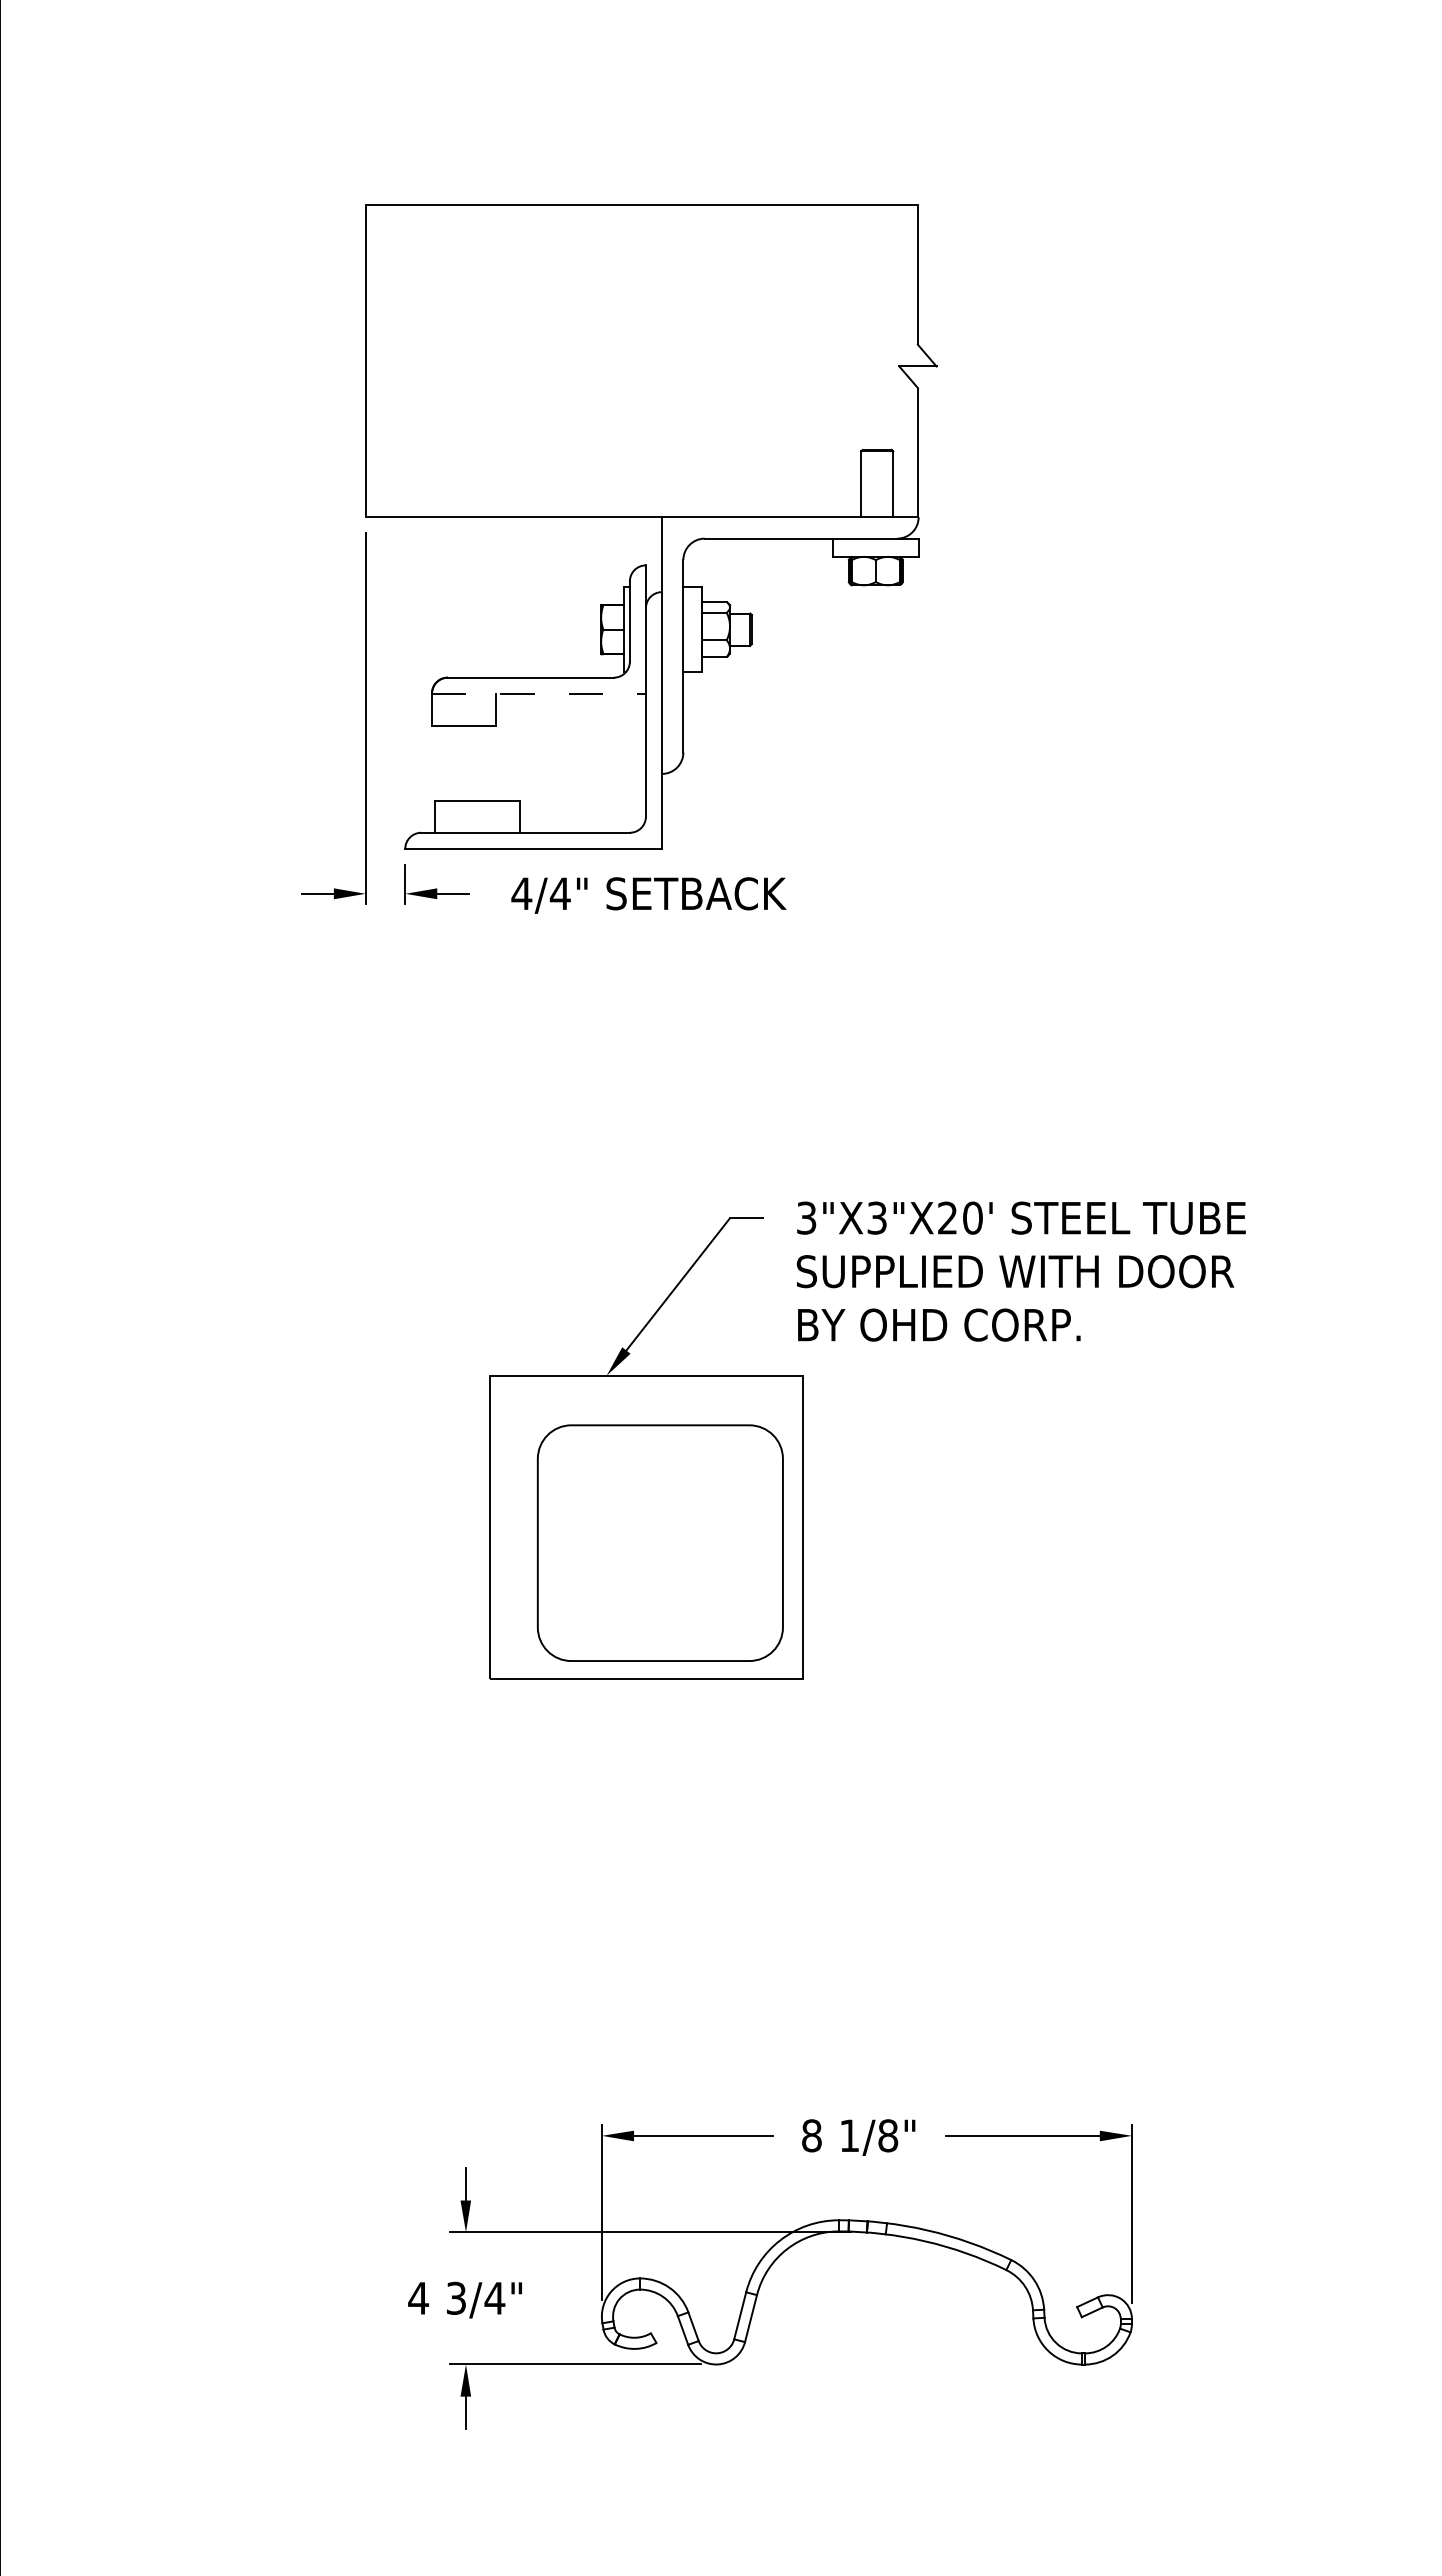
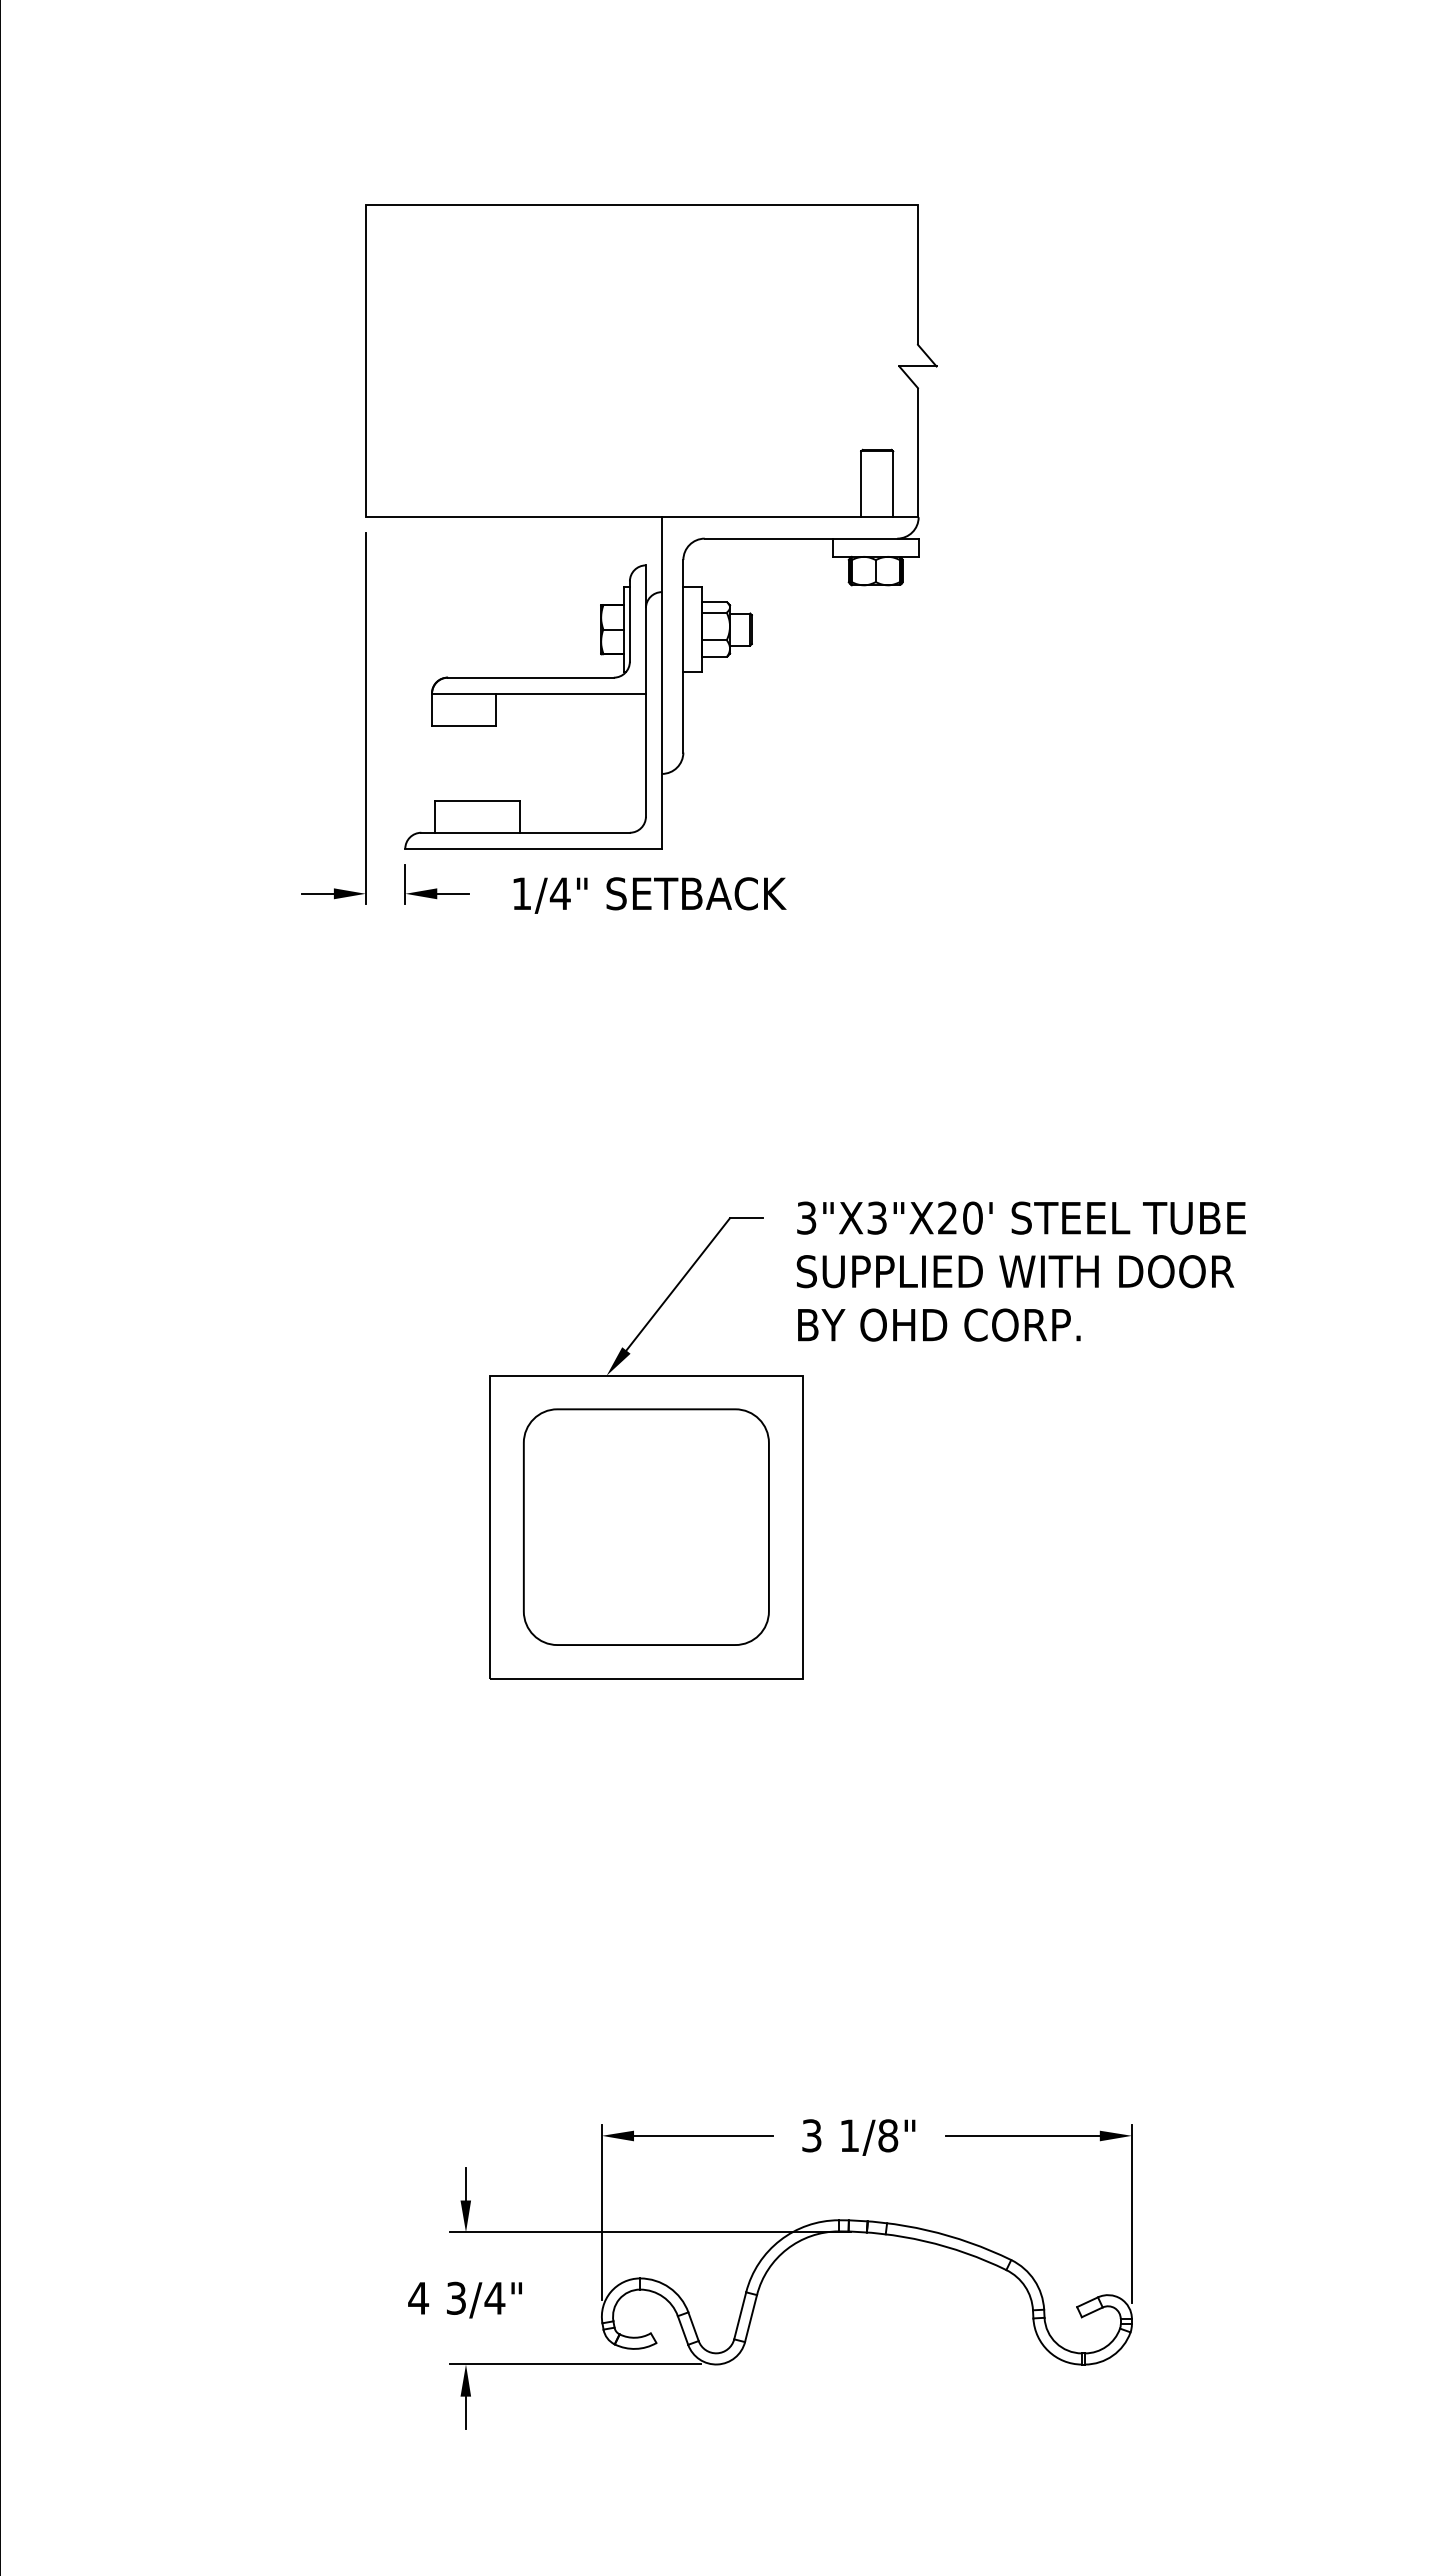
line at (538, 693): dashed -> solid
text at (521, 893): 4/4" -> 1/4"
part at (660, 1542) position: (660, 1542) -> (646, 1526)
text at (811, 2135): 8 -> 3
